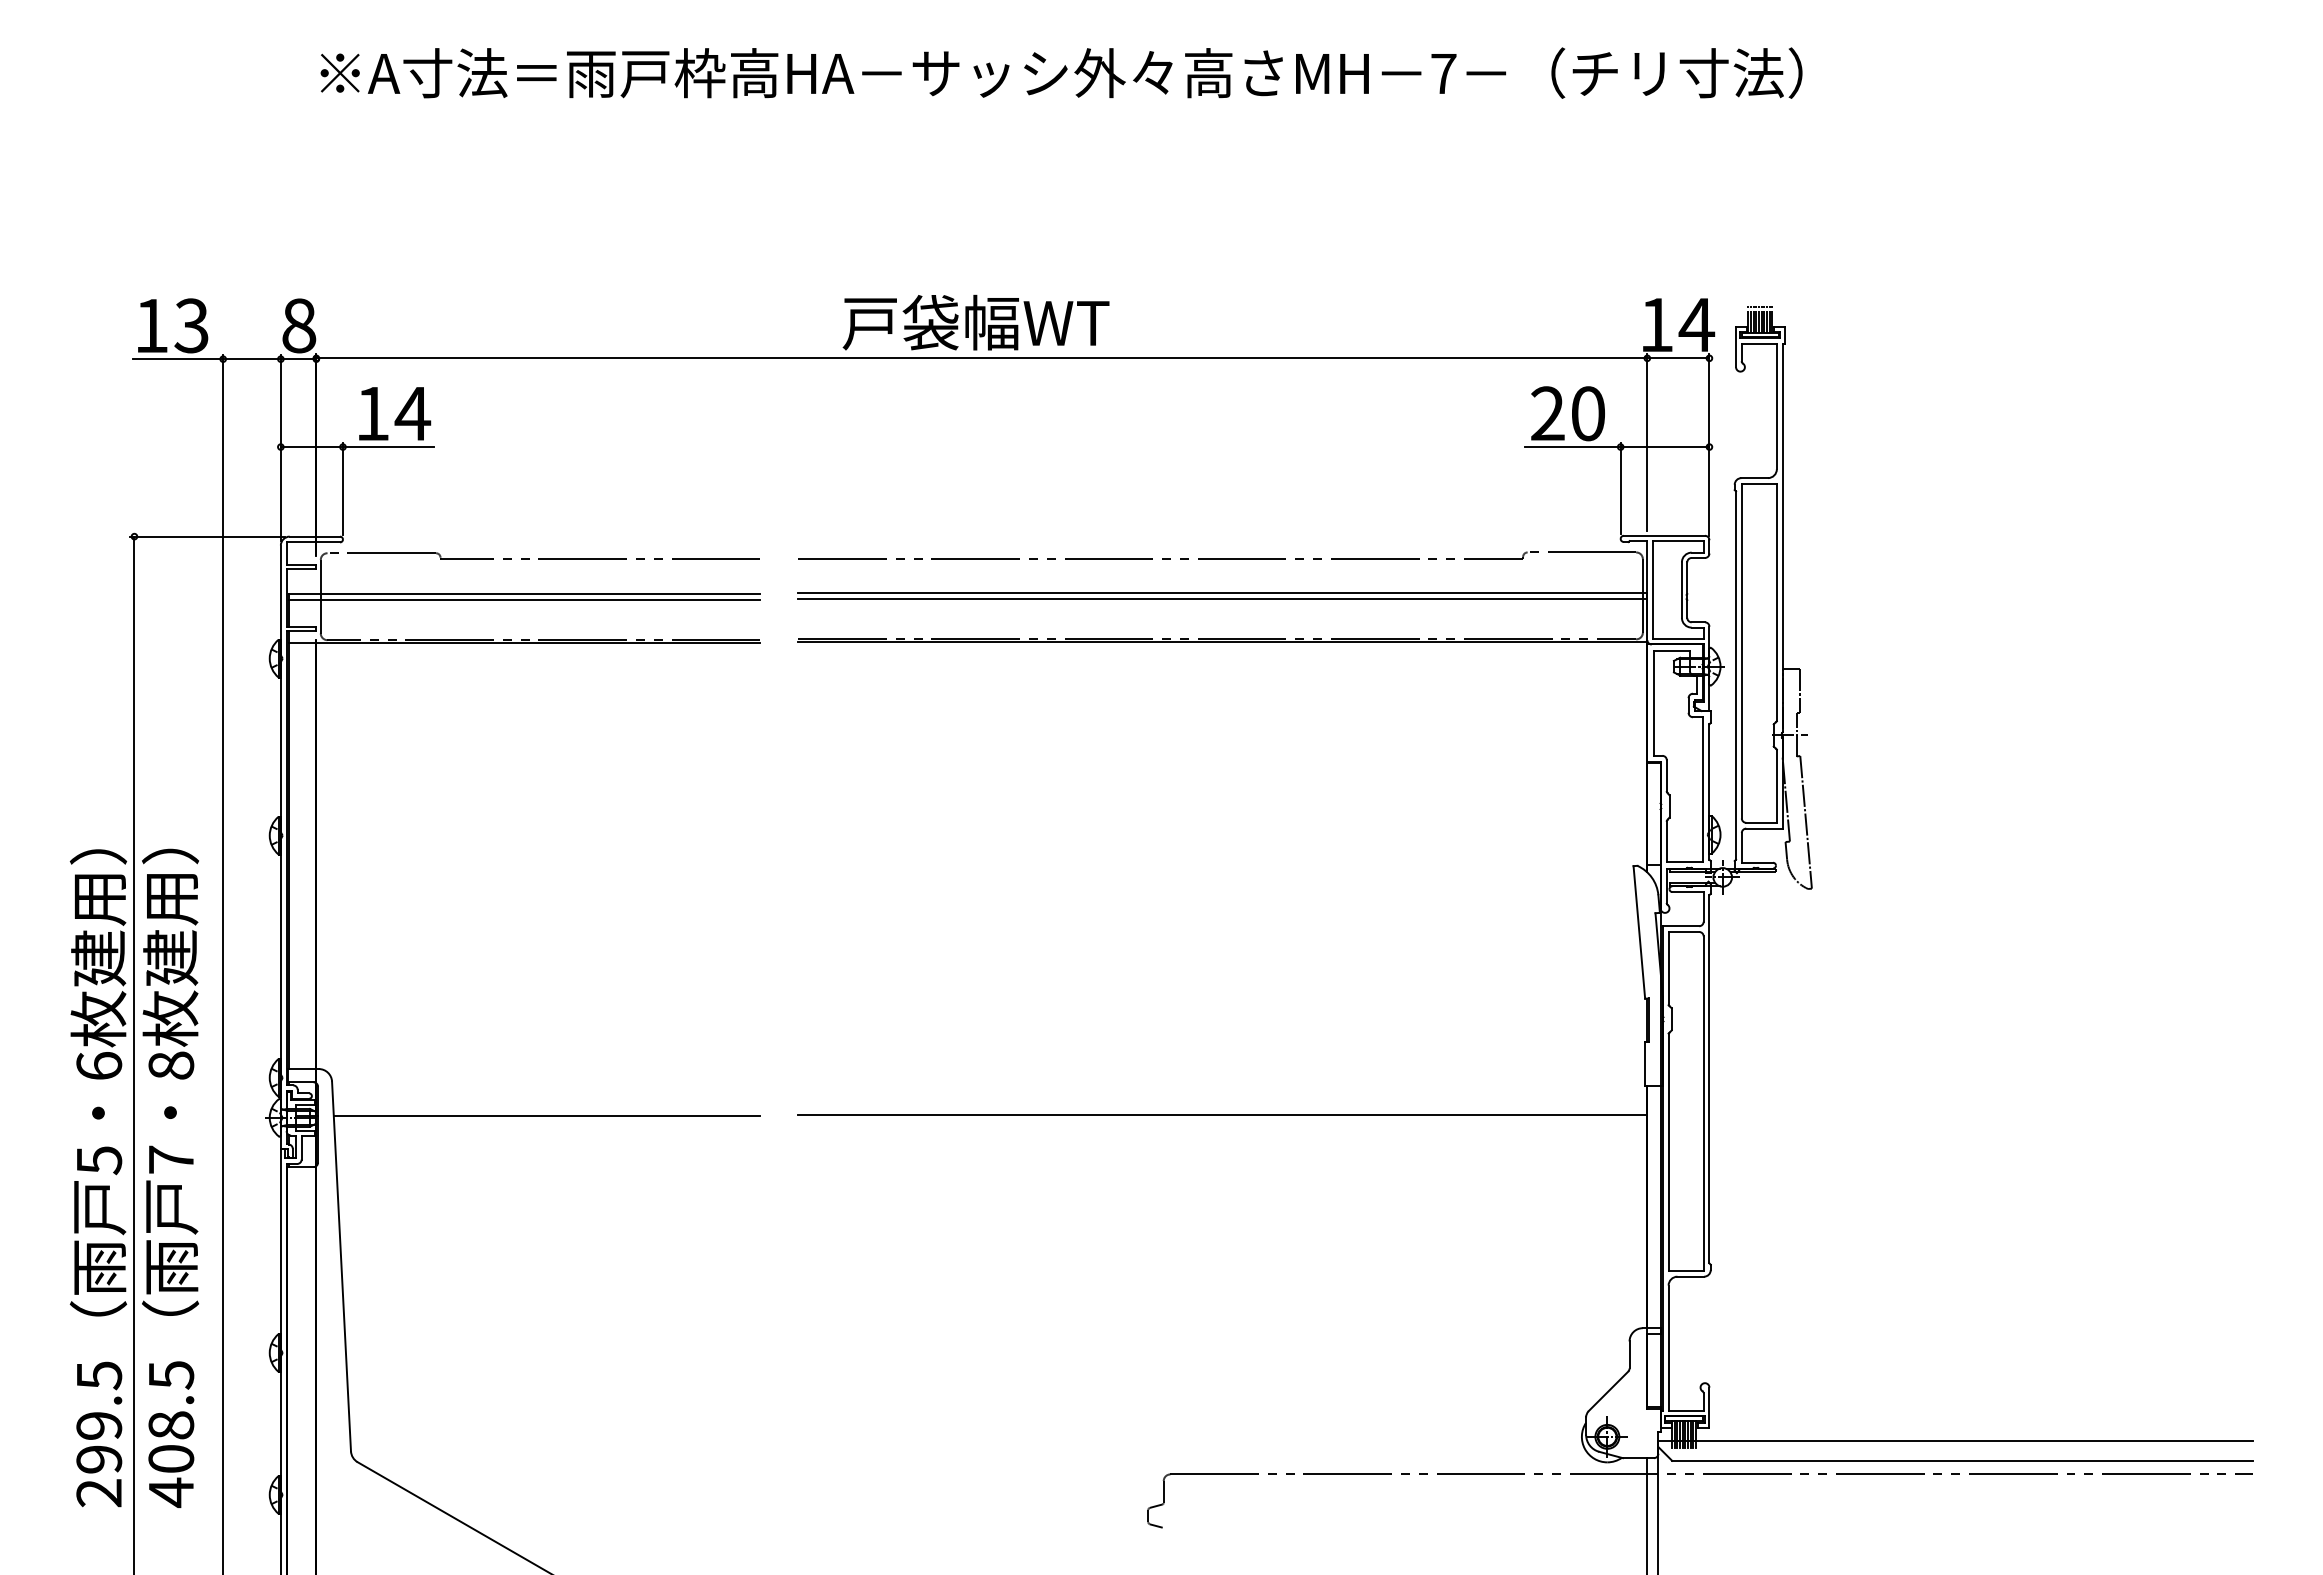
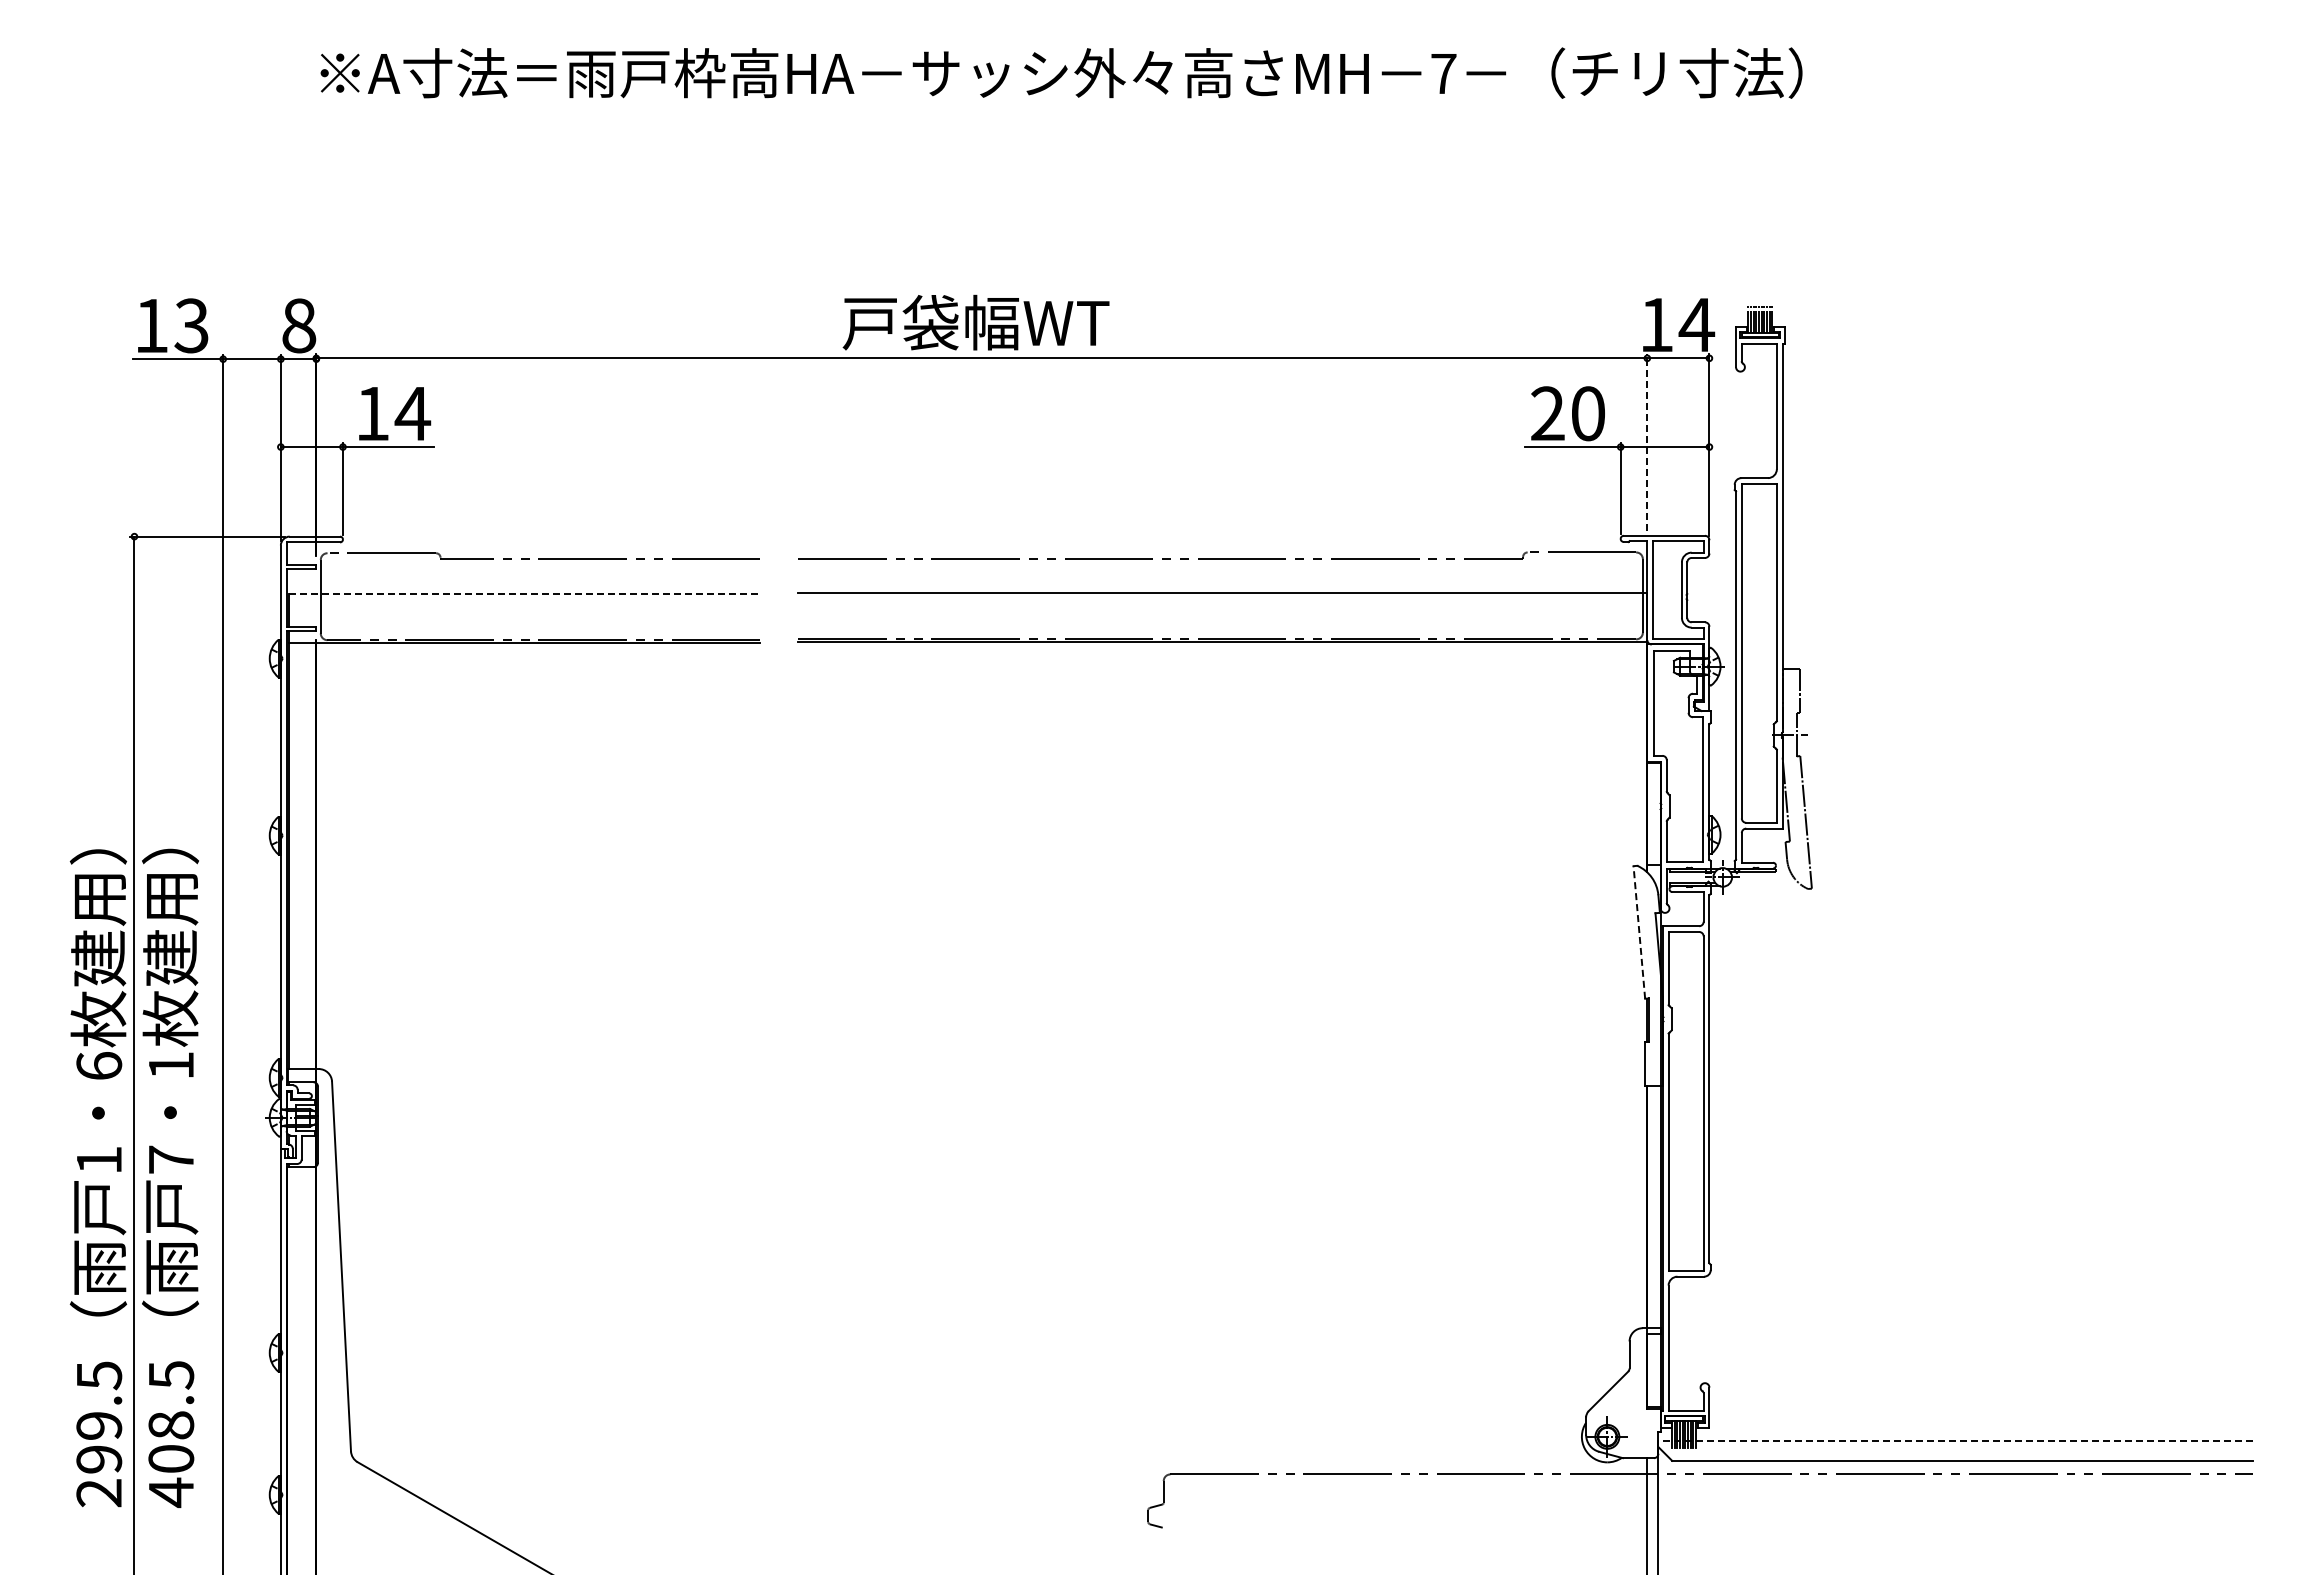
line at (1647, 442): solid -> dashed
line at (524, 594): solid -> dashed
line at (1222, 598): present -> none
line at (524, 599): present -> none
line at (1639, 932): solid -> dashed
text at (171, 1065): 8 -> 1
line at (1222, 1114): present -> none
line at (546, 1115): present -> none
text at (99, 1160): 5 -> 1
line at (1955, 1440): solid -> dashed
